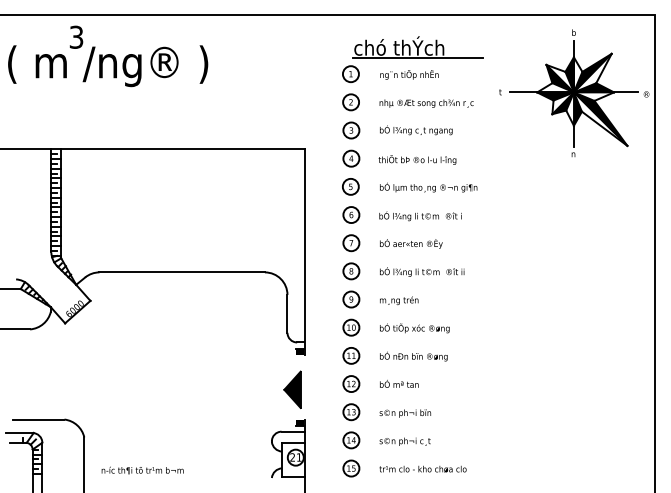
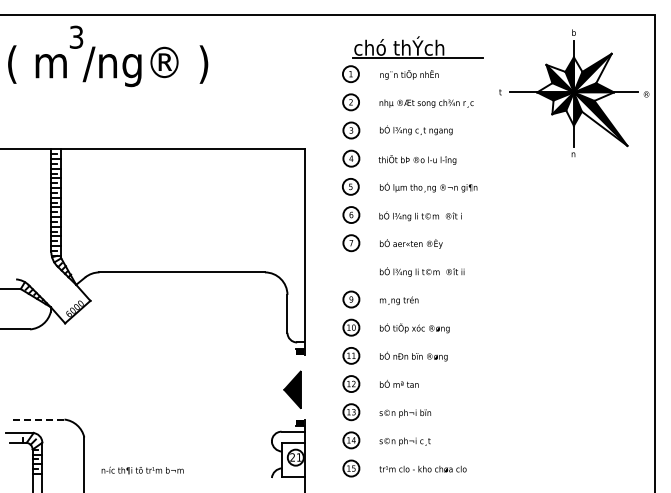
part at (351, 271): present -> none
line at (38, 419): solid -> dashed
